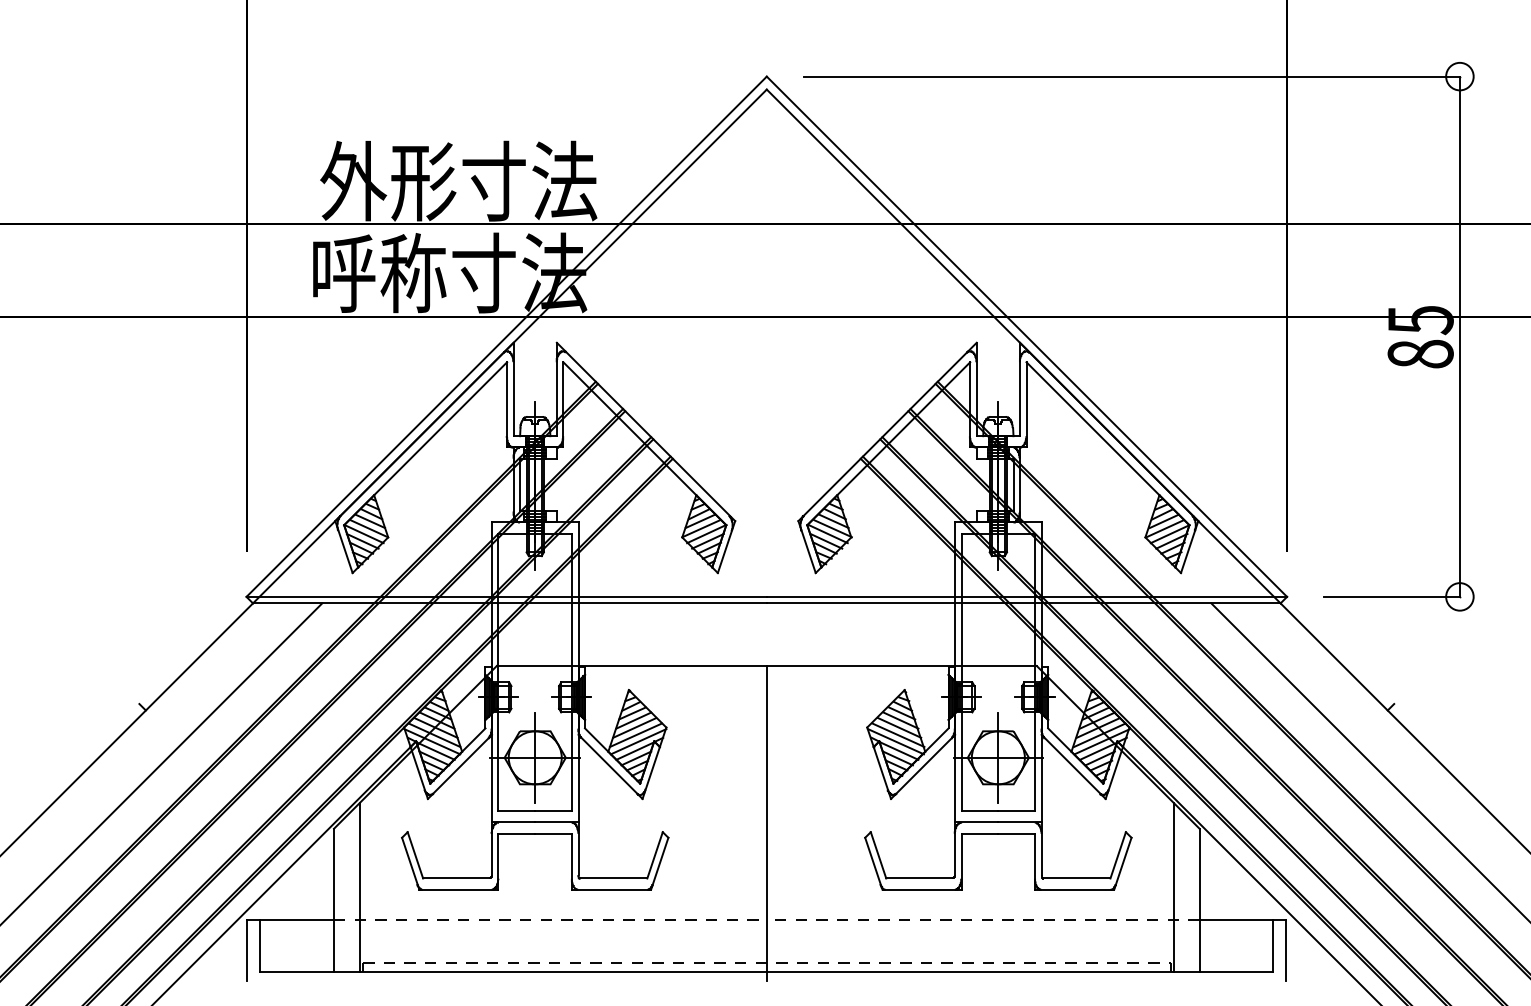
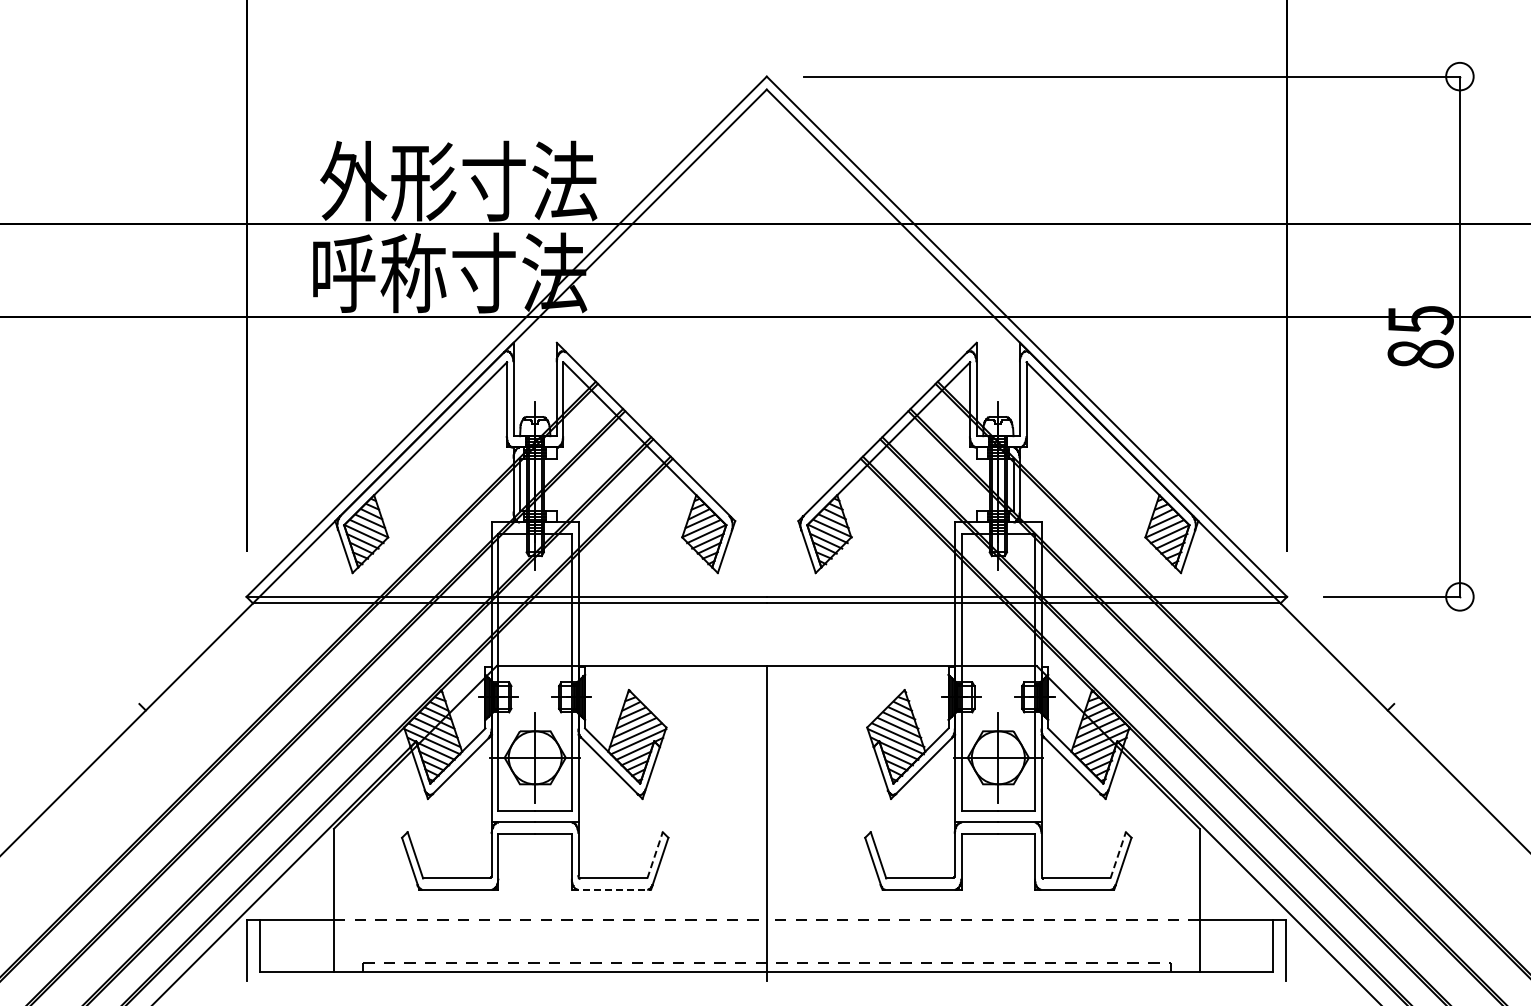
line at (1369, 761): present -> none
line at (162, 763): present -> none
line at (655, 854): solid -> dashed
line at (1118, 854): solid -> dashed
line at (359, 887): present -> none
line at (1173, 887): present -> none
line at (611, 889): solid -> dashed
